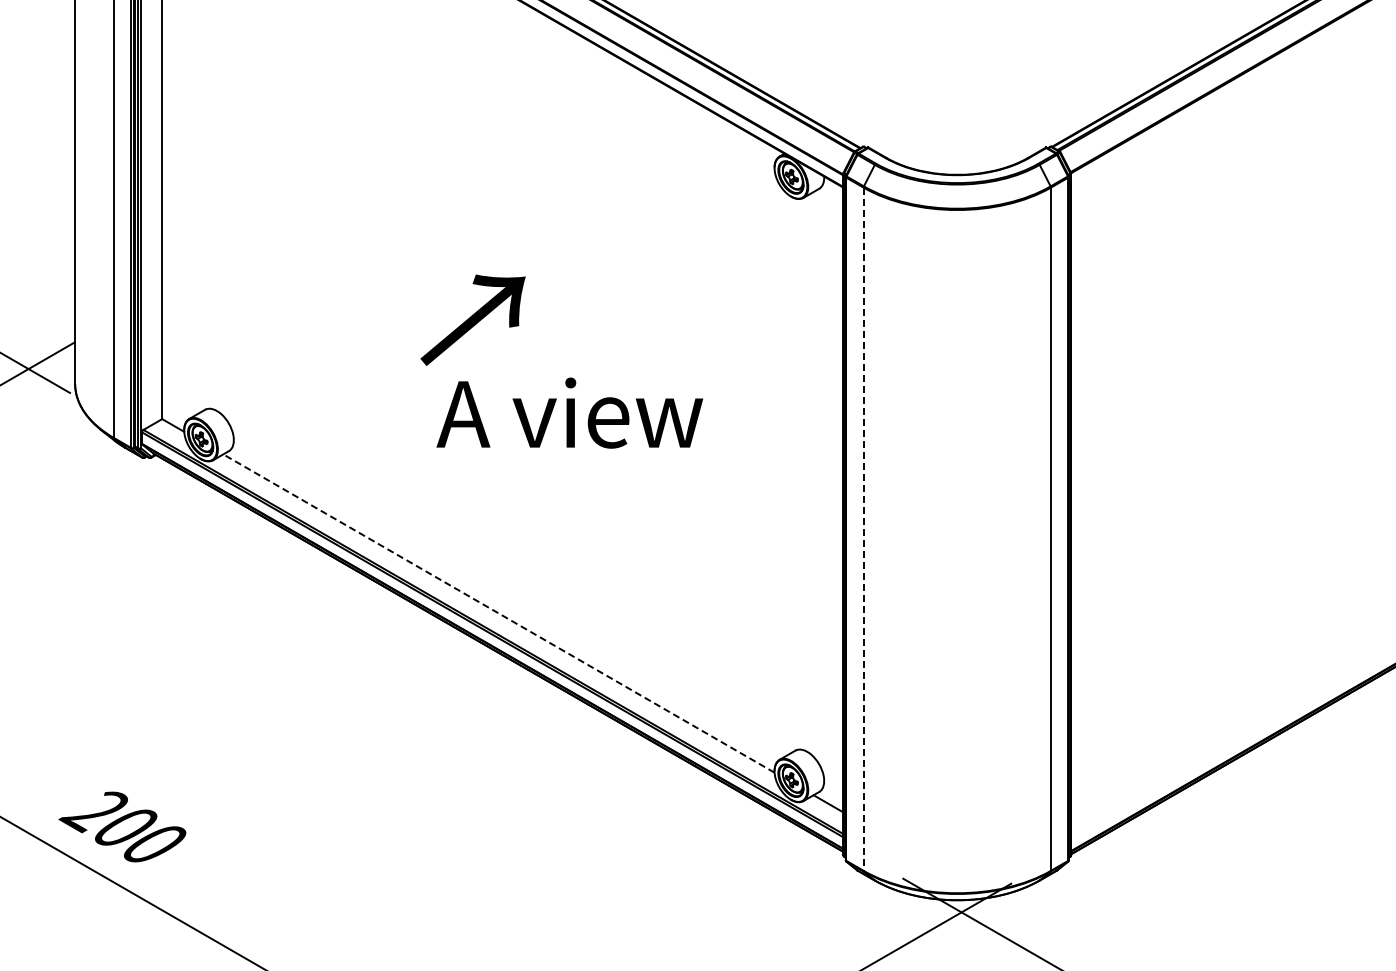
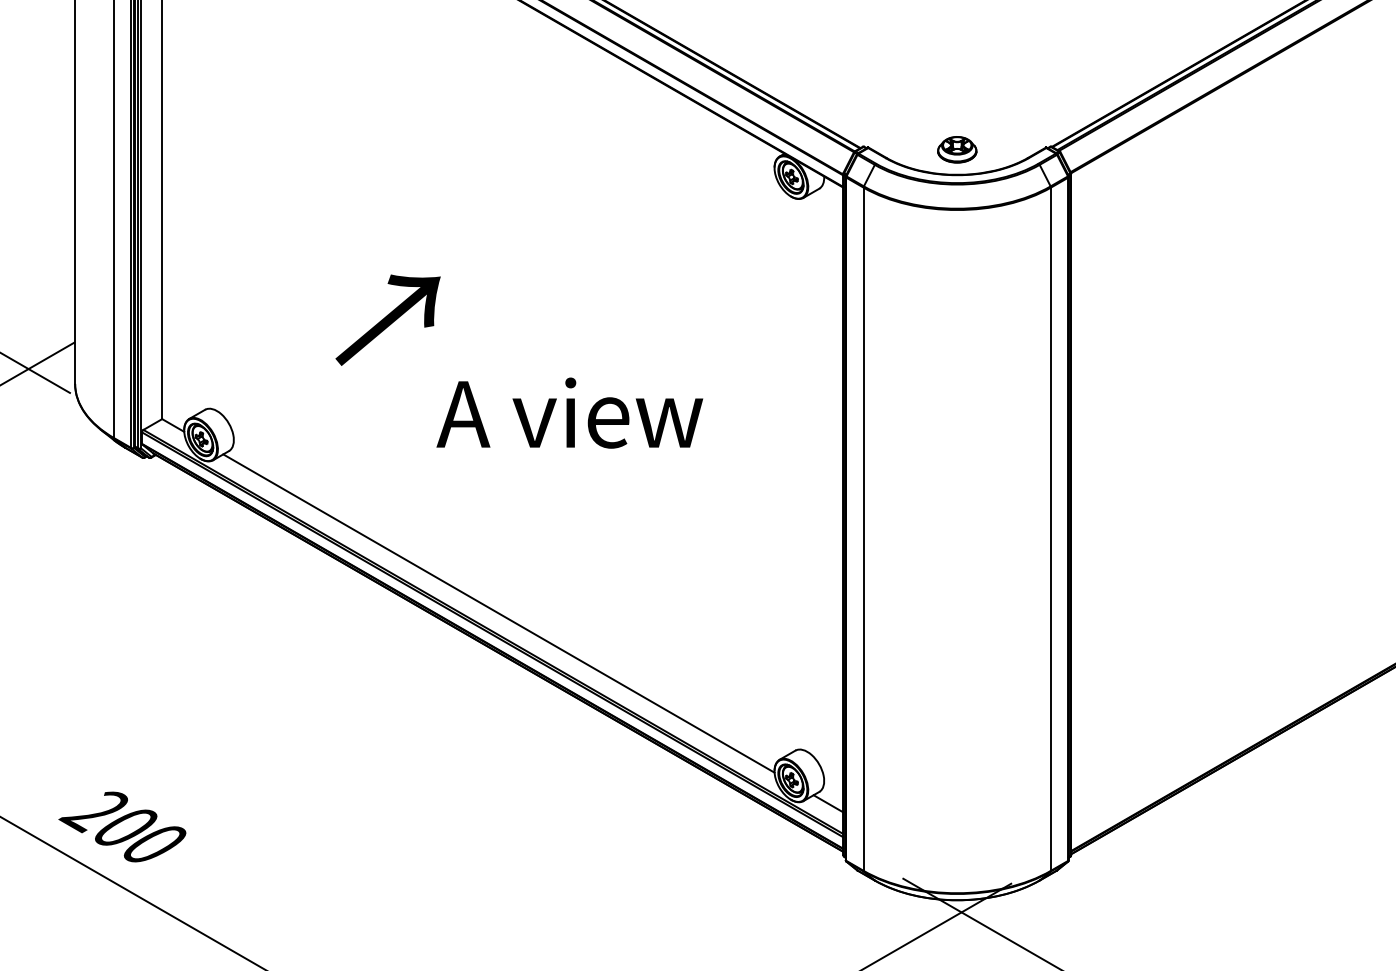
part at (957, 149): none -> present
text at (472, 319) position: (472, 319) -> (387, 319)
line at (863, 529): dashed -> solid
line at (498, 613): dashed -> solid
